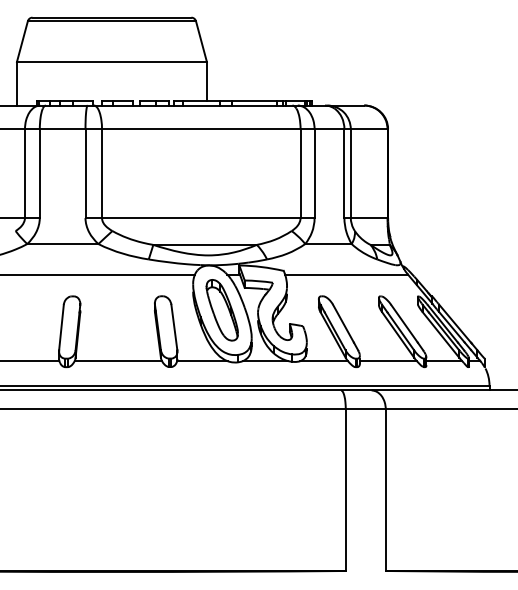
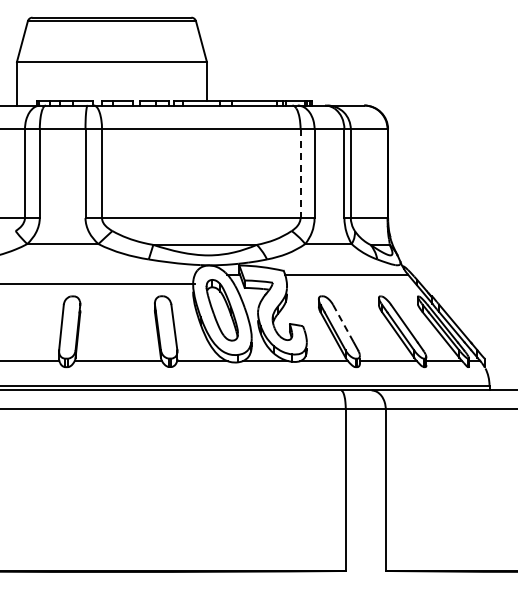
line at (300, 174): solid -> dashed
line at (98, 274) position: (98, 274) -> (98, 283)
line at (343, 323): solid -> dashed
